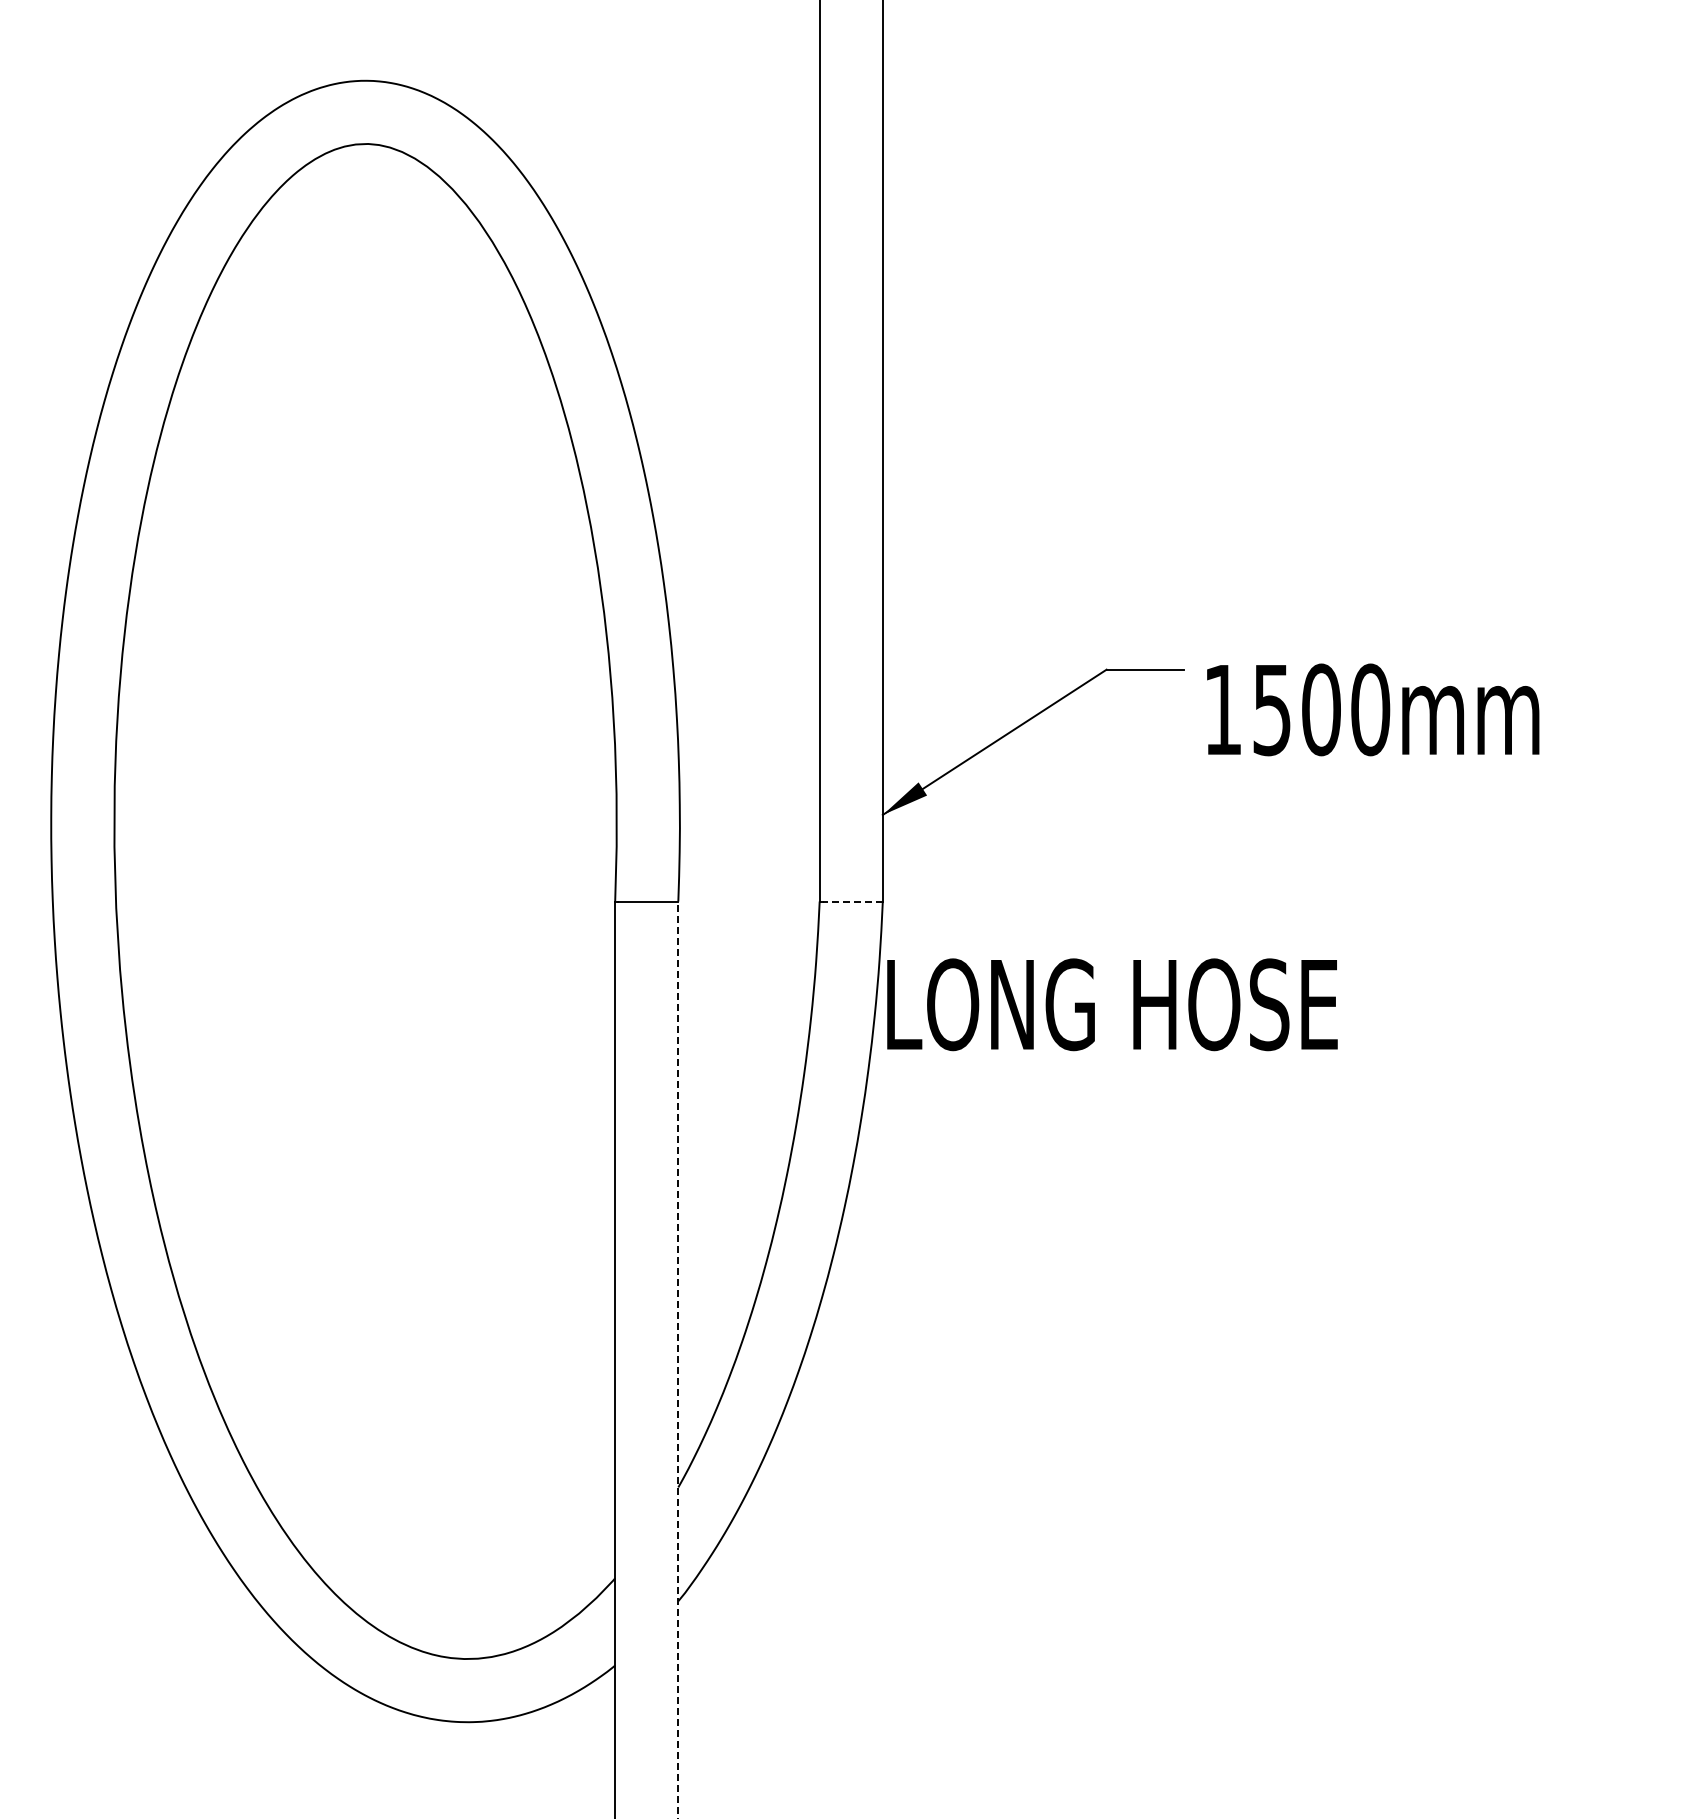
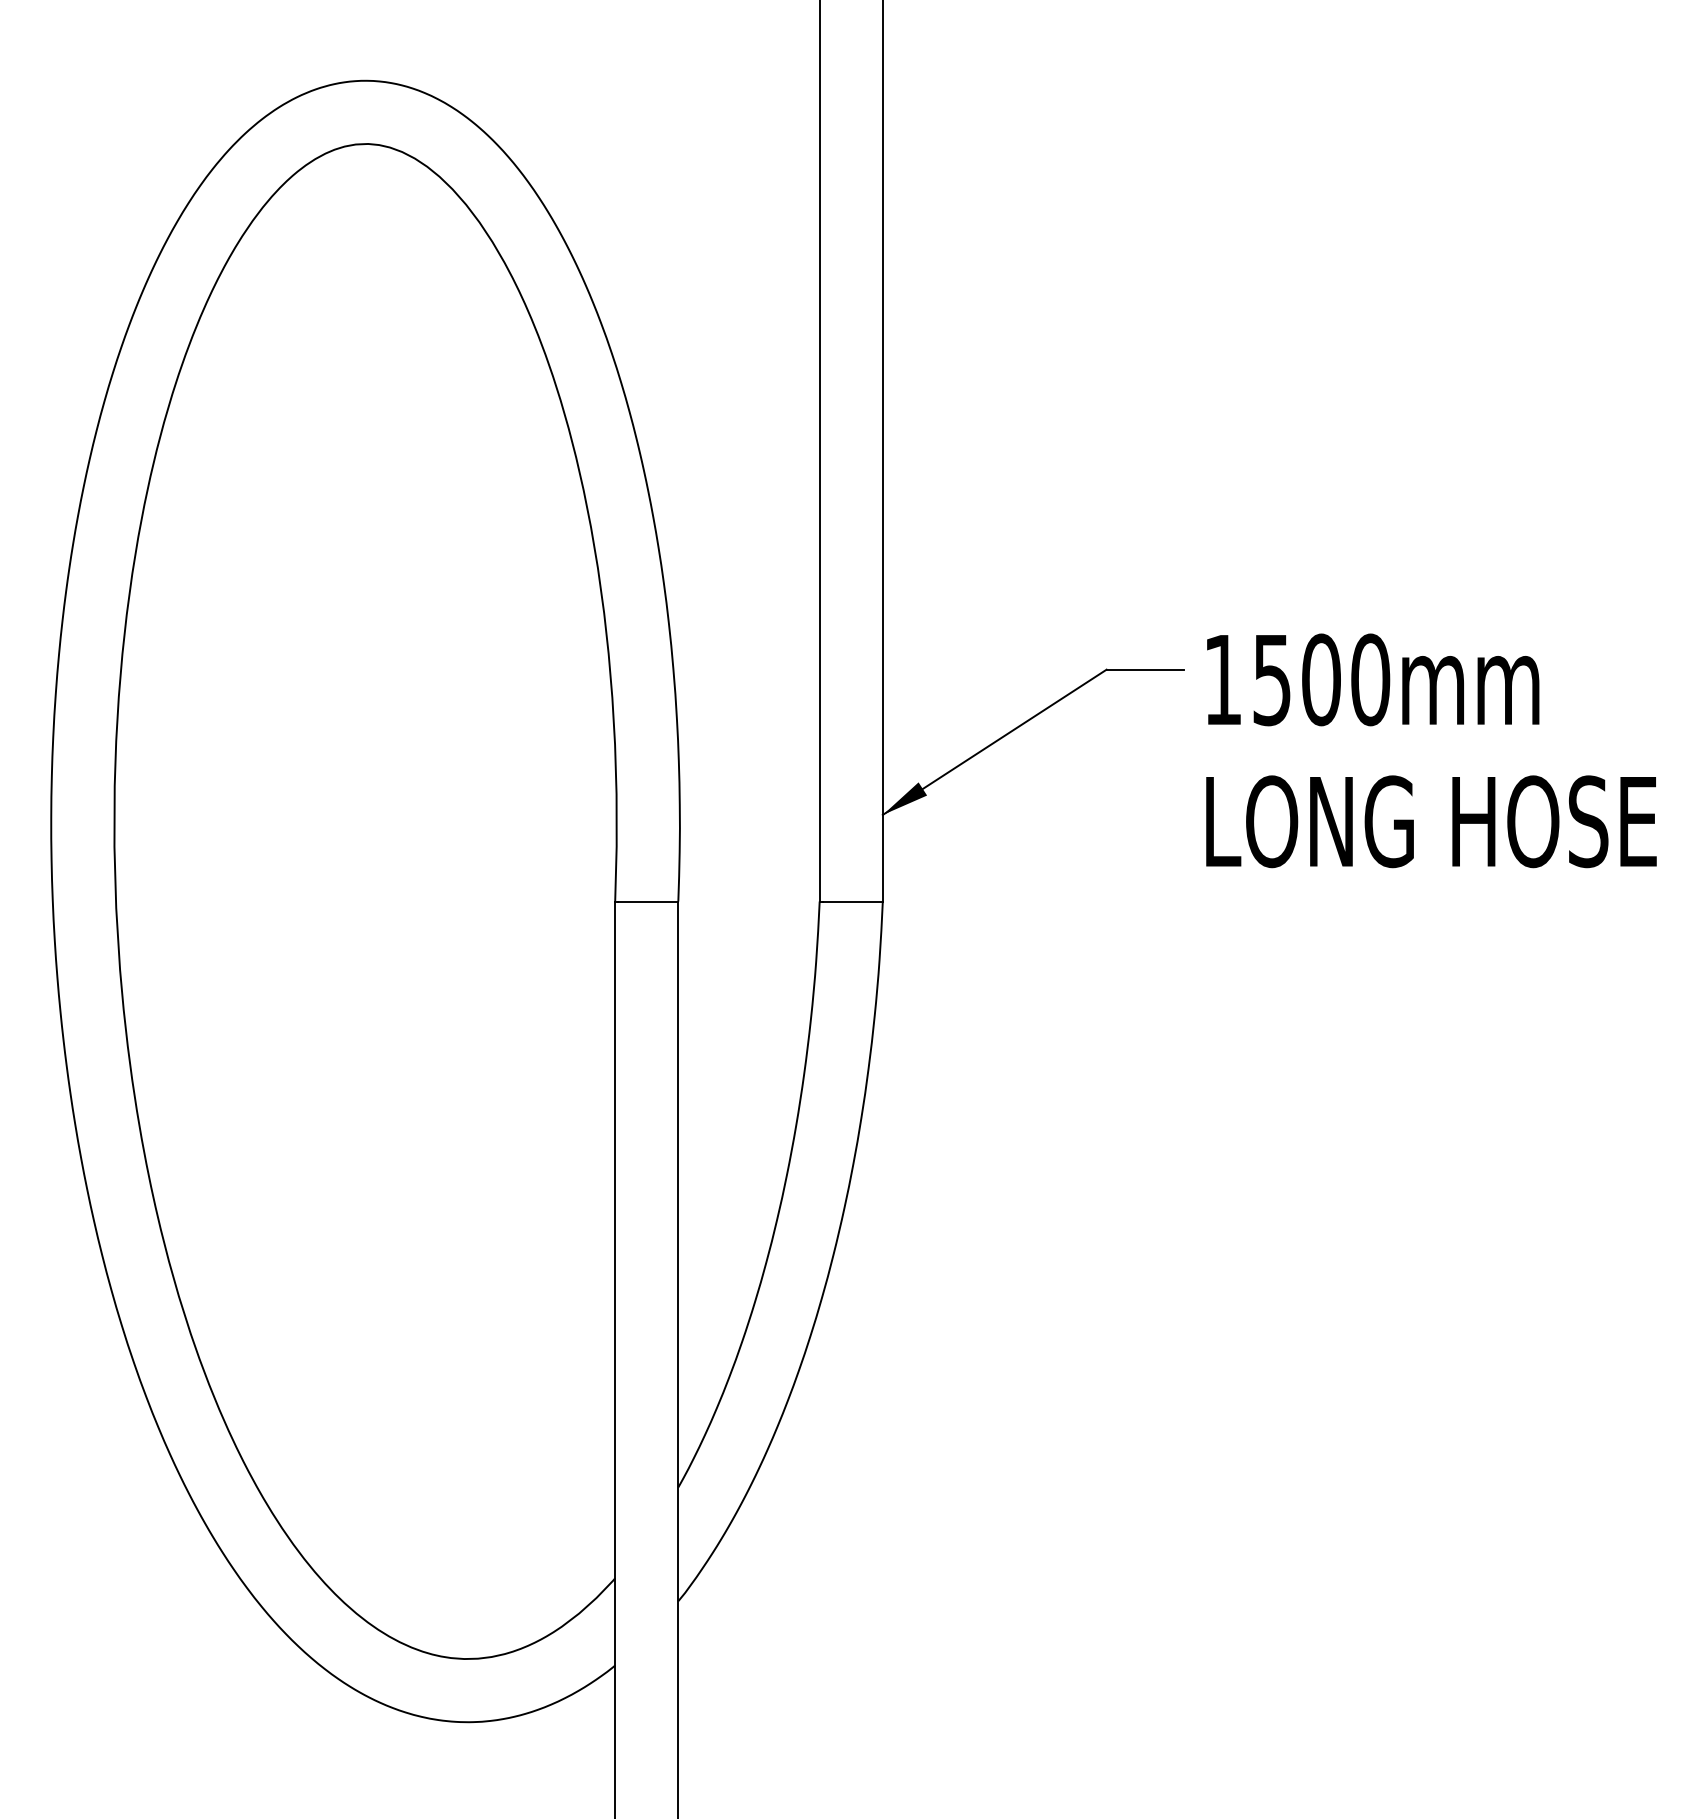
text at (1373, 709) position: (1373, 709) -> (1373, 679)
line at (852, 901): dashed -> solid
text at (1112, 1004) position: (1112, 1004) -> (1431, 821)
line at (678, 1359): dashed -> solid
